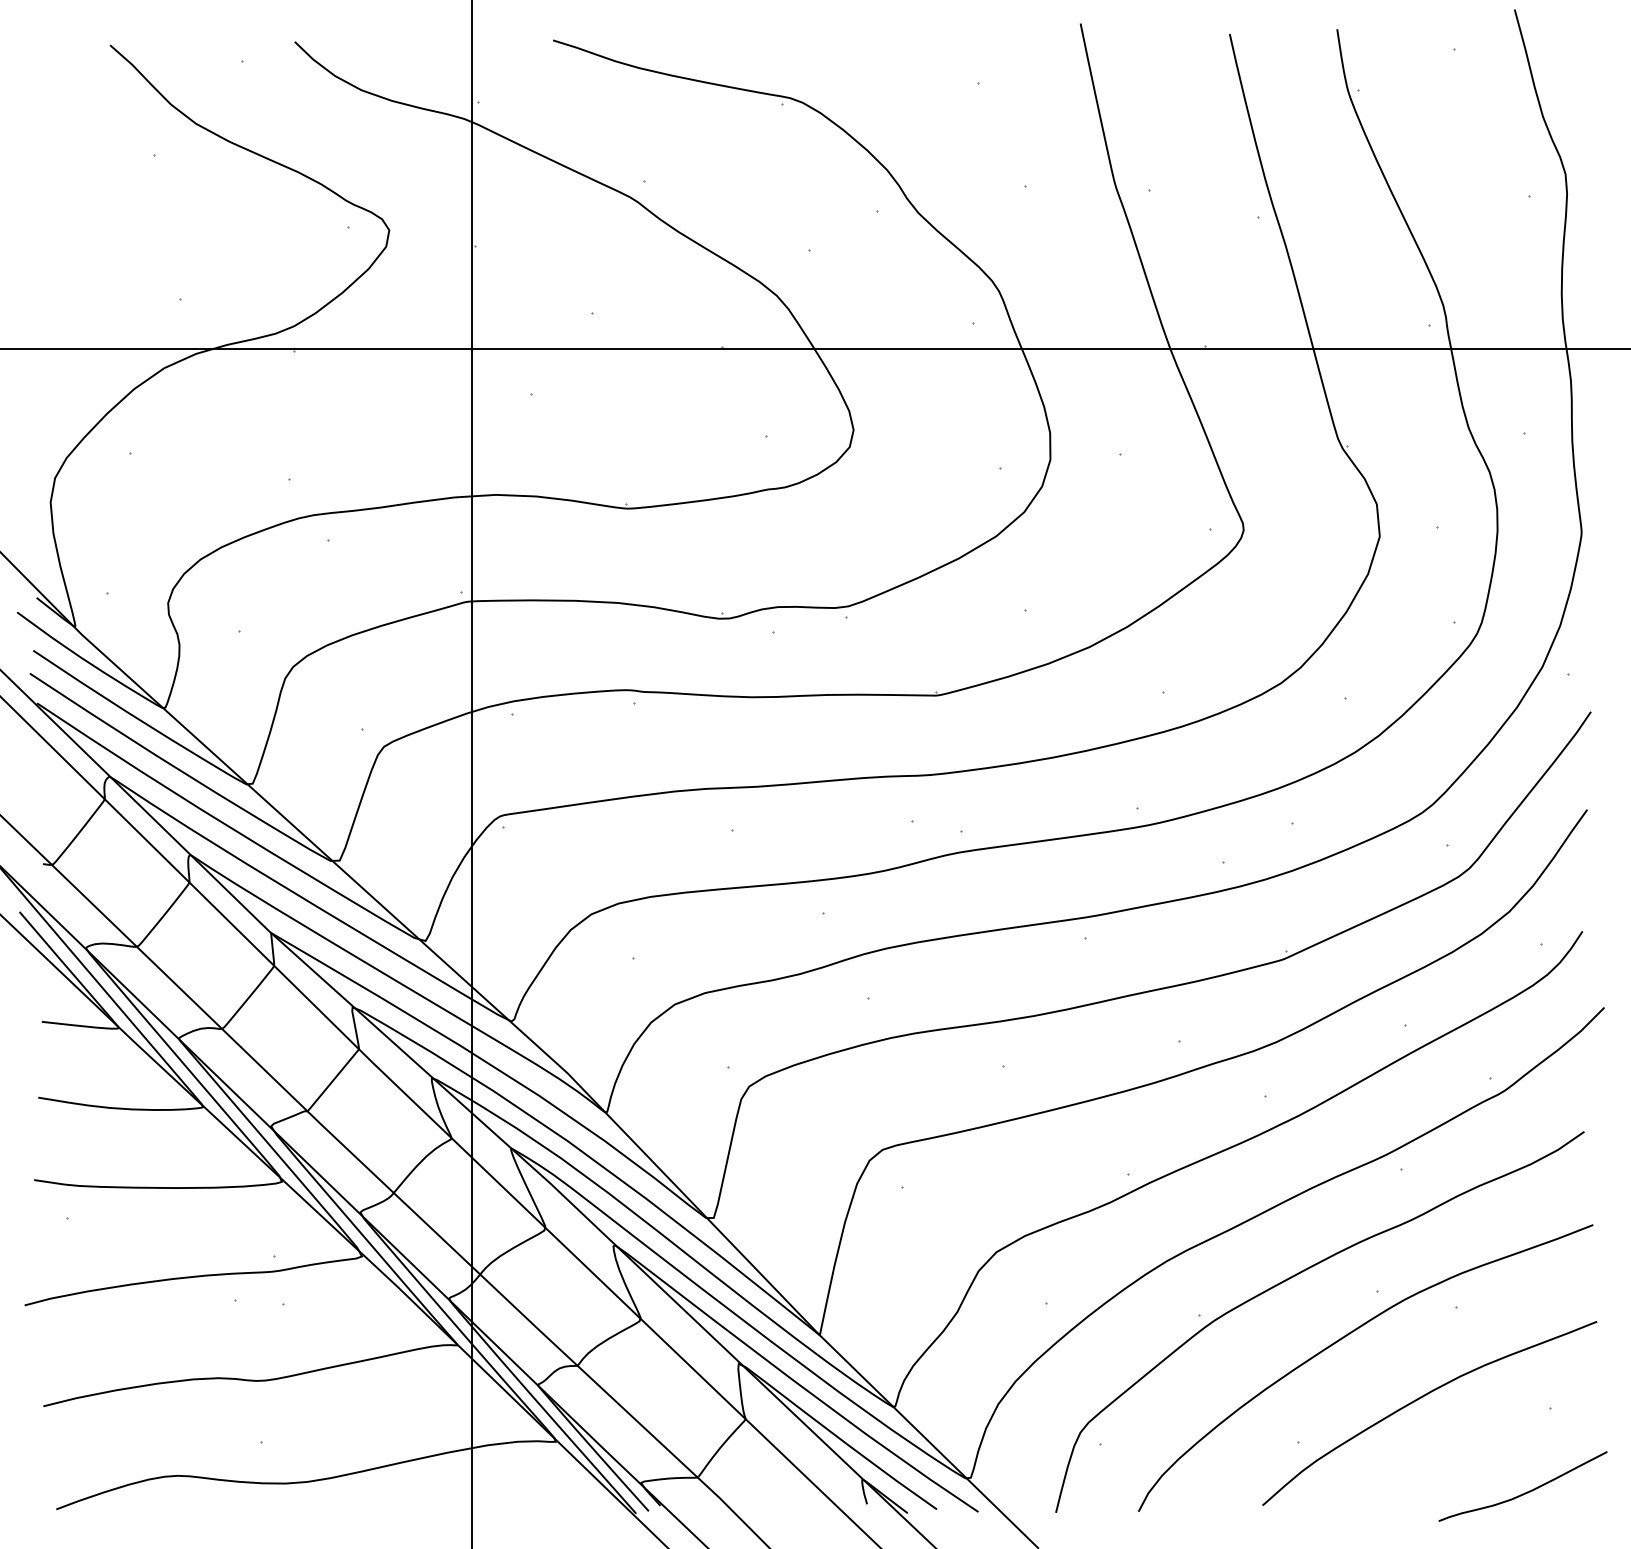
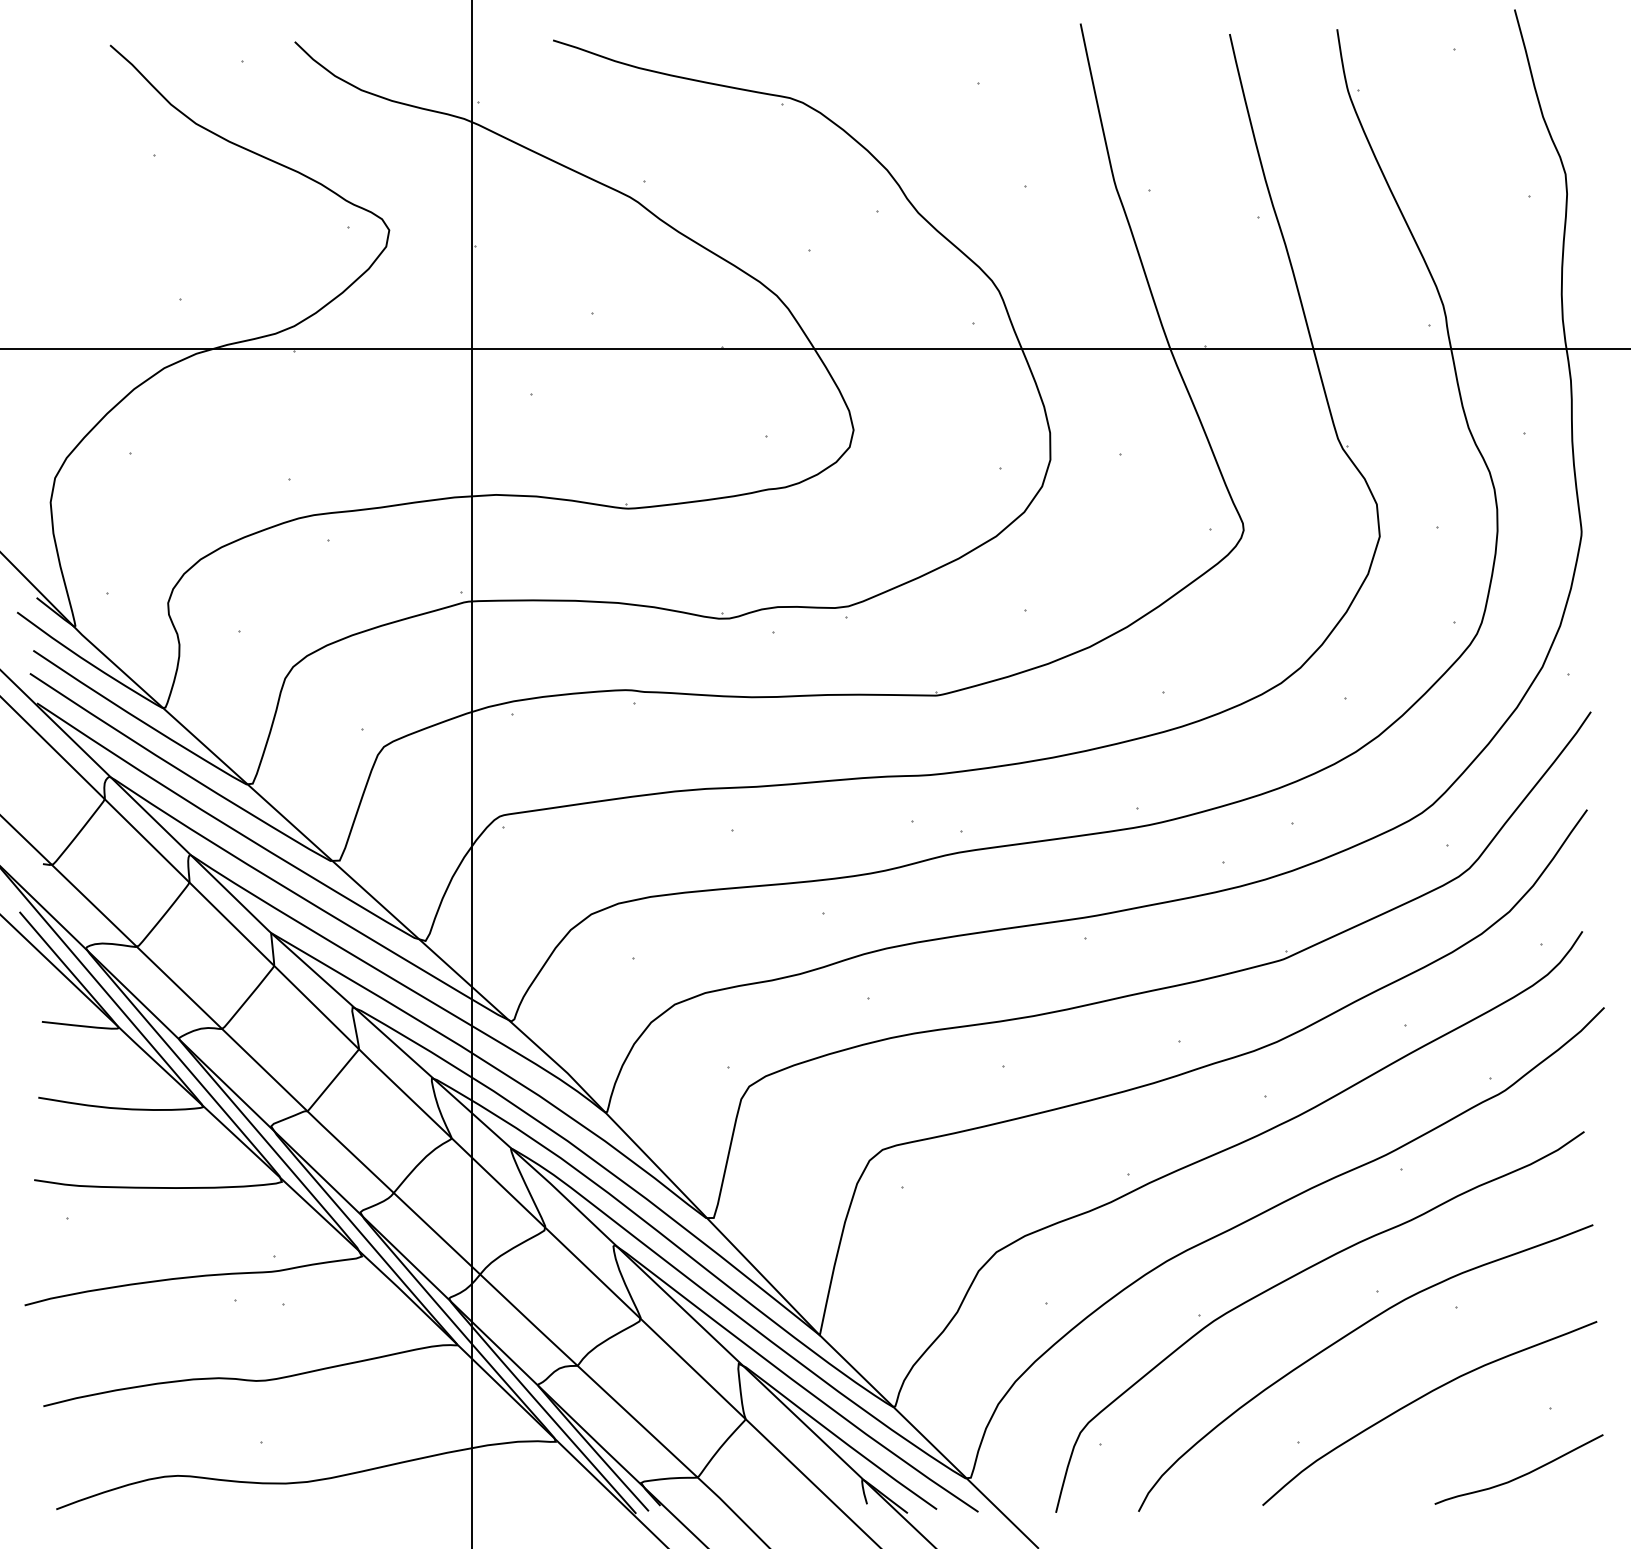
curve at (1524, 1492) position: (1524, 1492) -> (1520, 1475)
